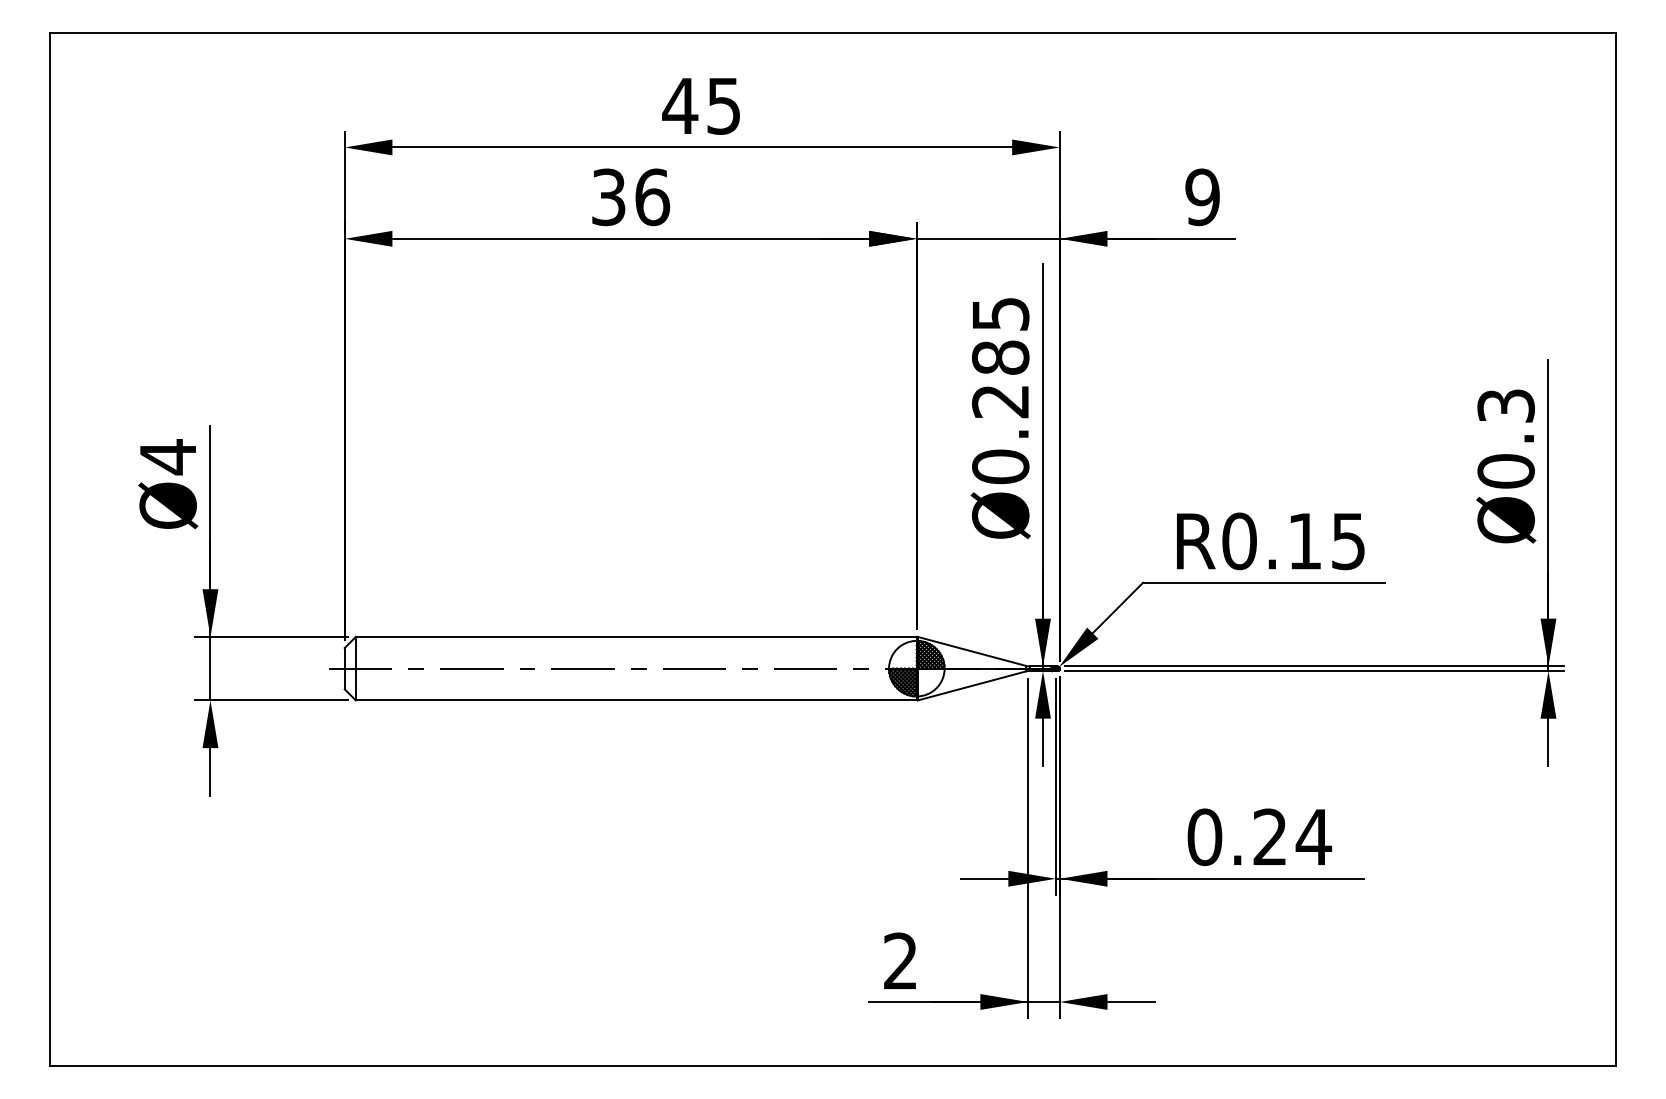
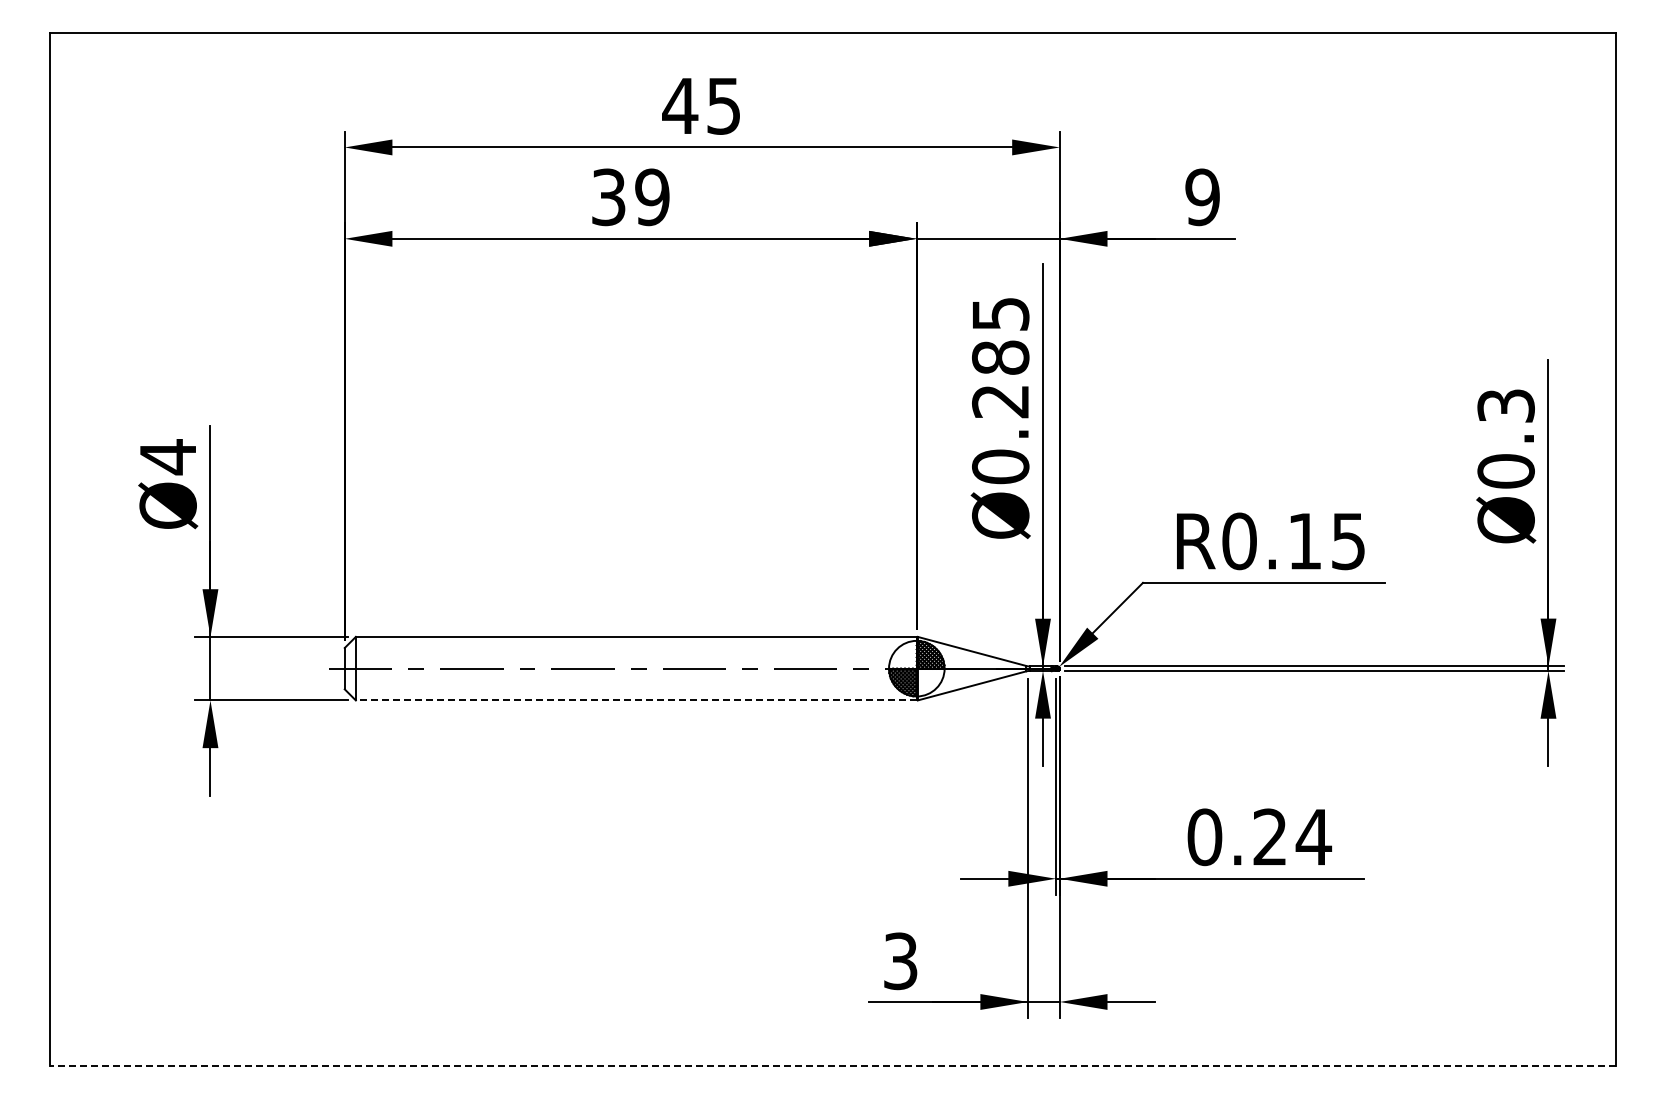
text at (652, 197): 36 -> 39
line at (635, 700): solid -> dashed
text at (900, 961): 2 -> 3
line at (832, 1065): solid -> dashed
